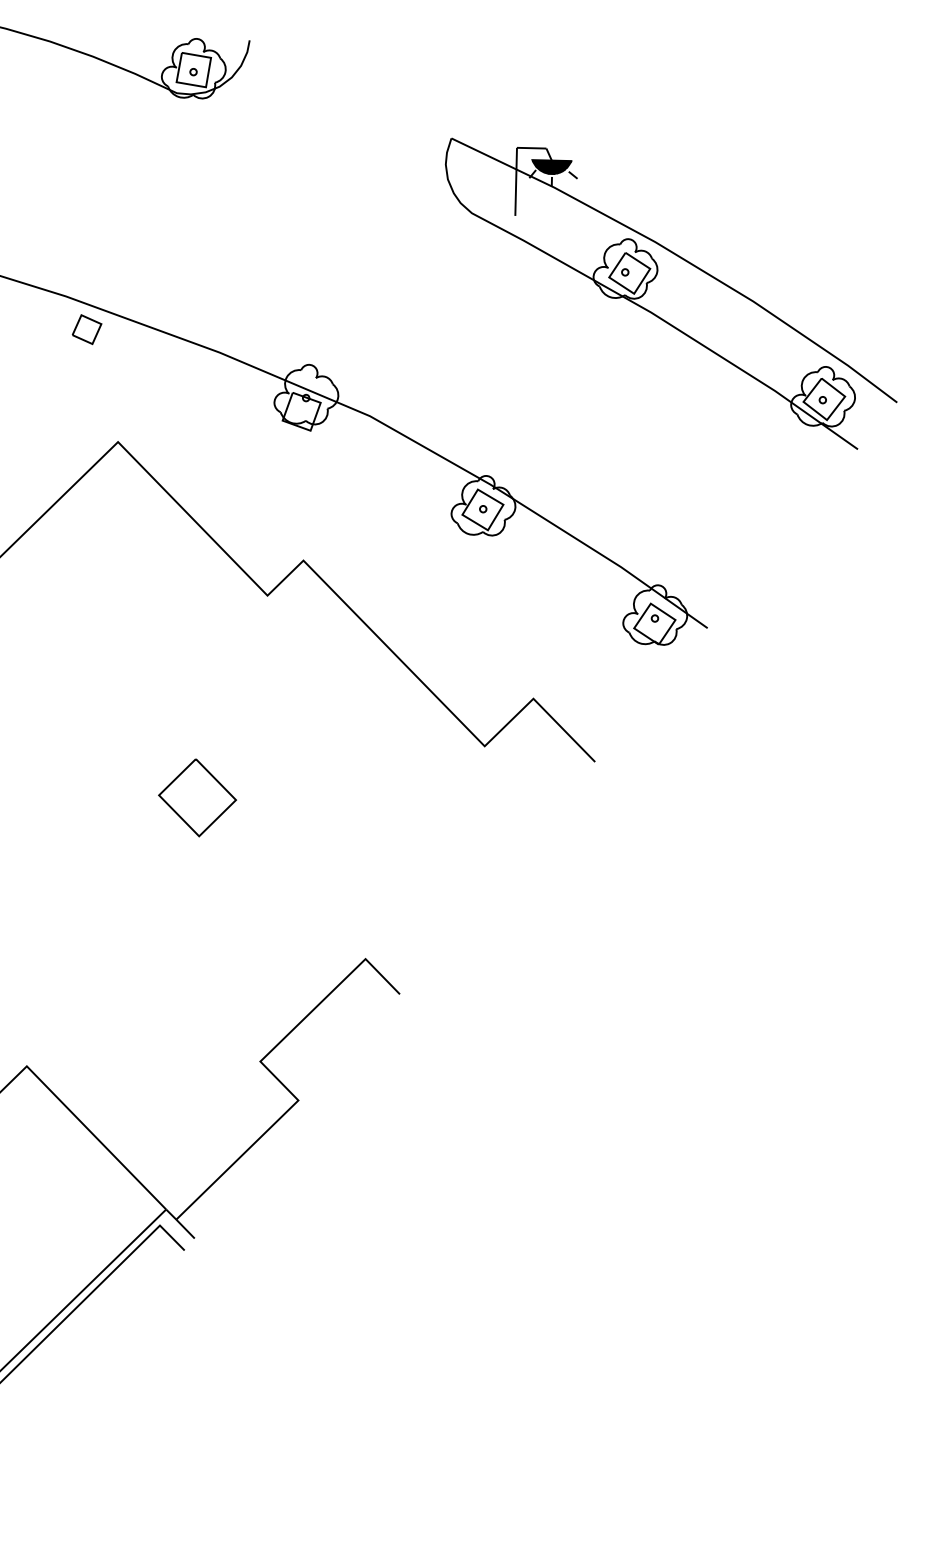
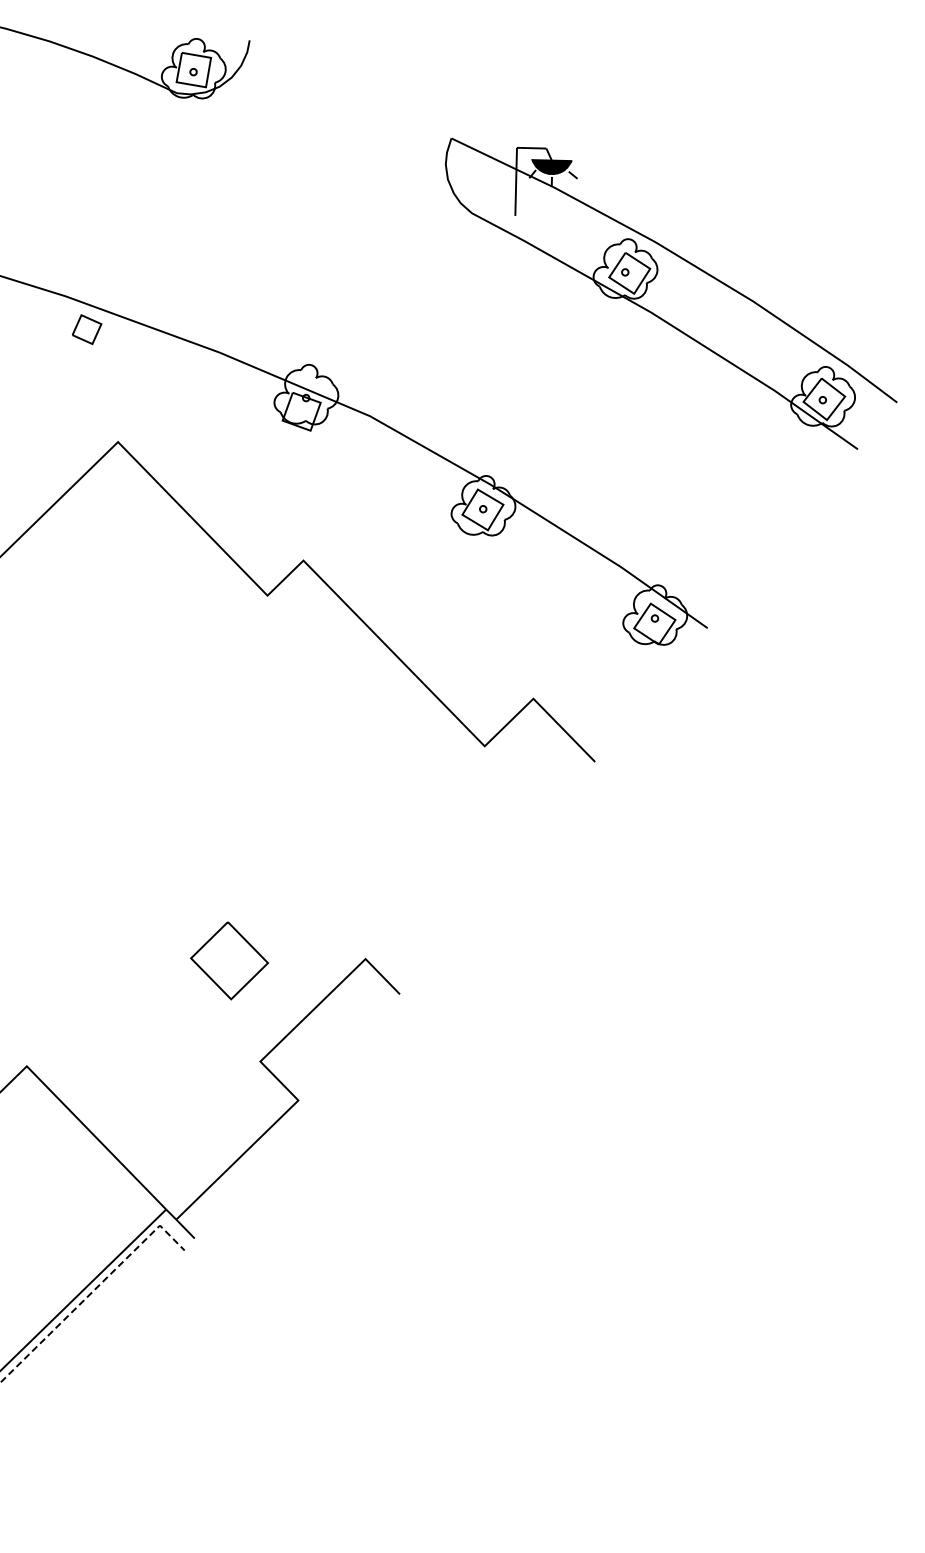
part at (197, 797) position: (197, 797) -> (229, 960)
line at (93, 1290): solid -> dashed
